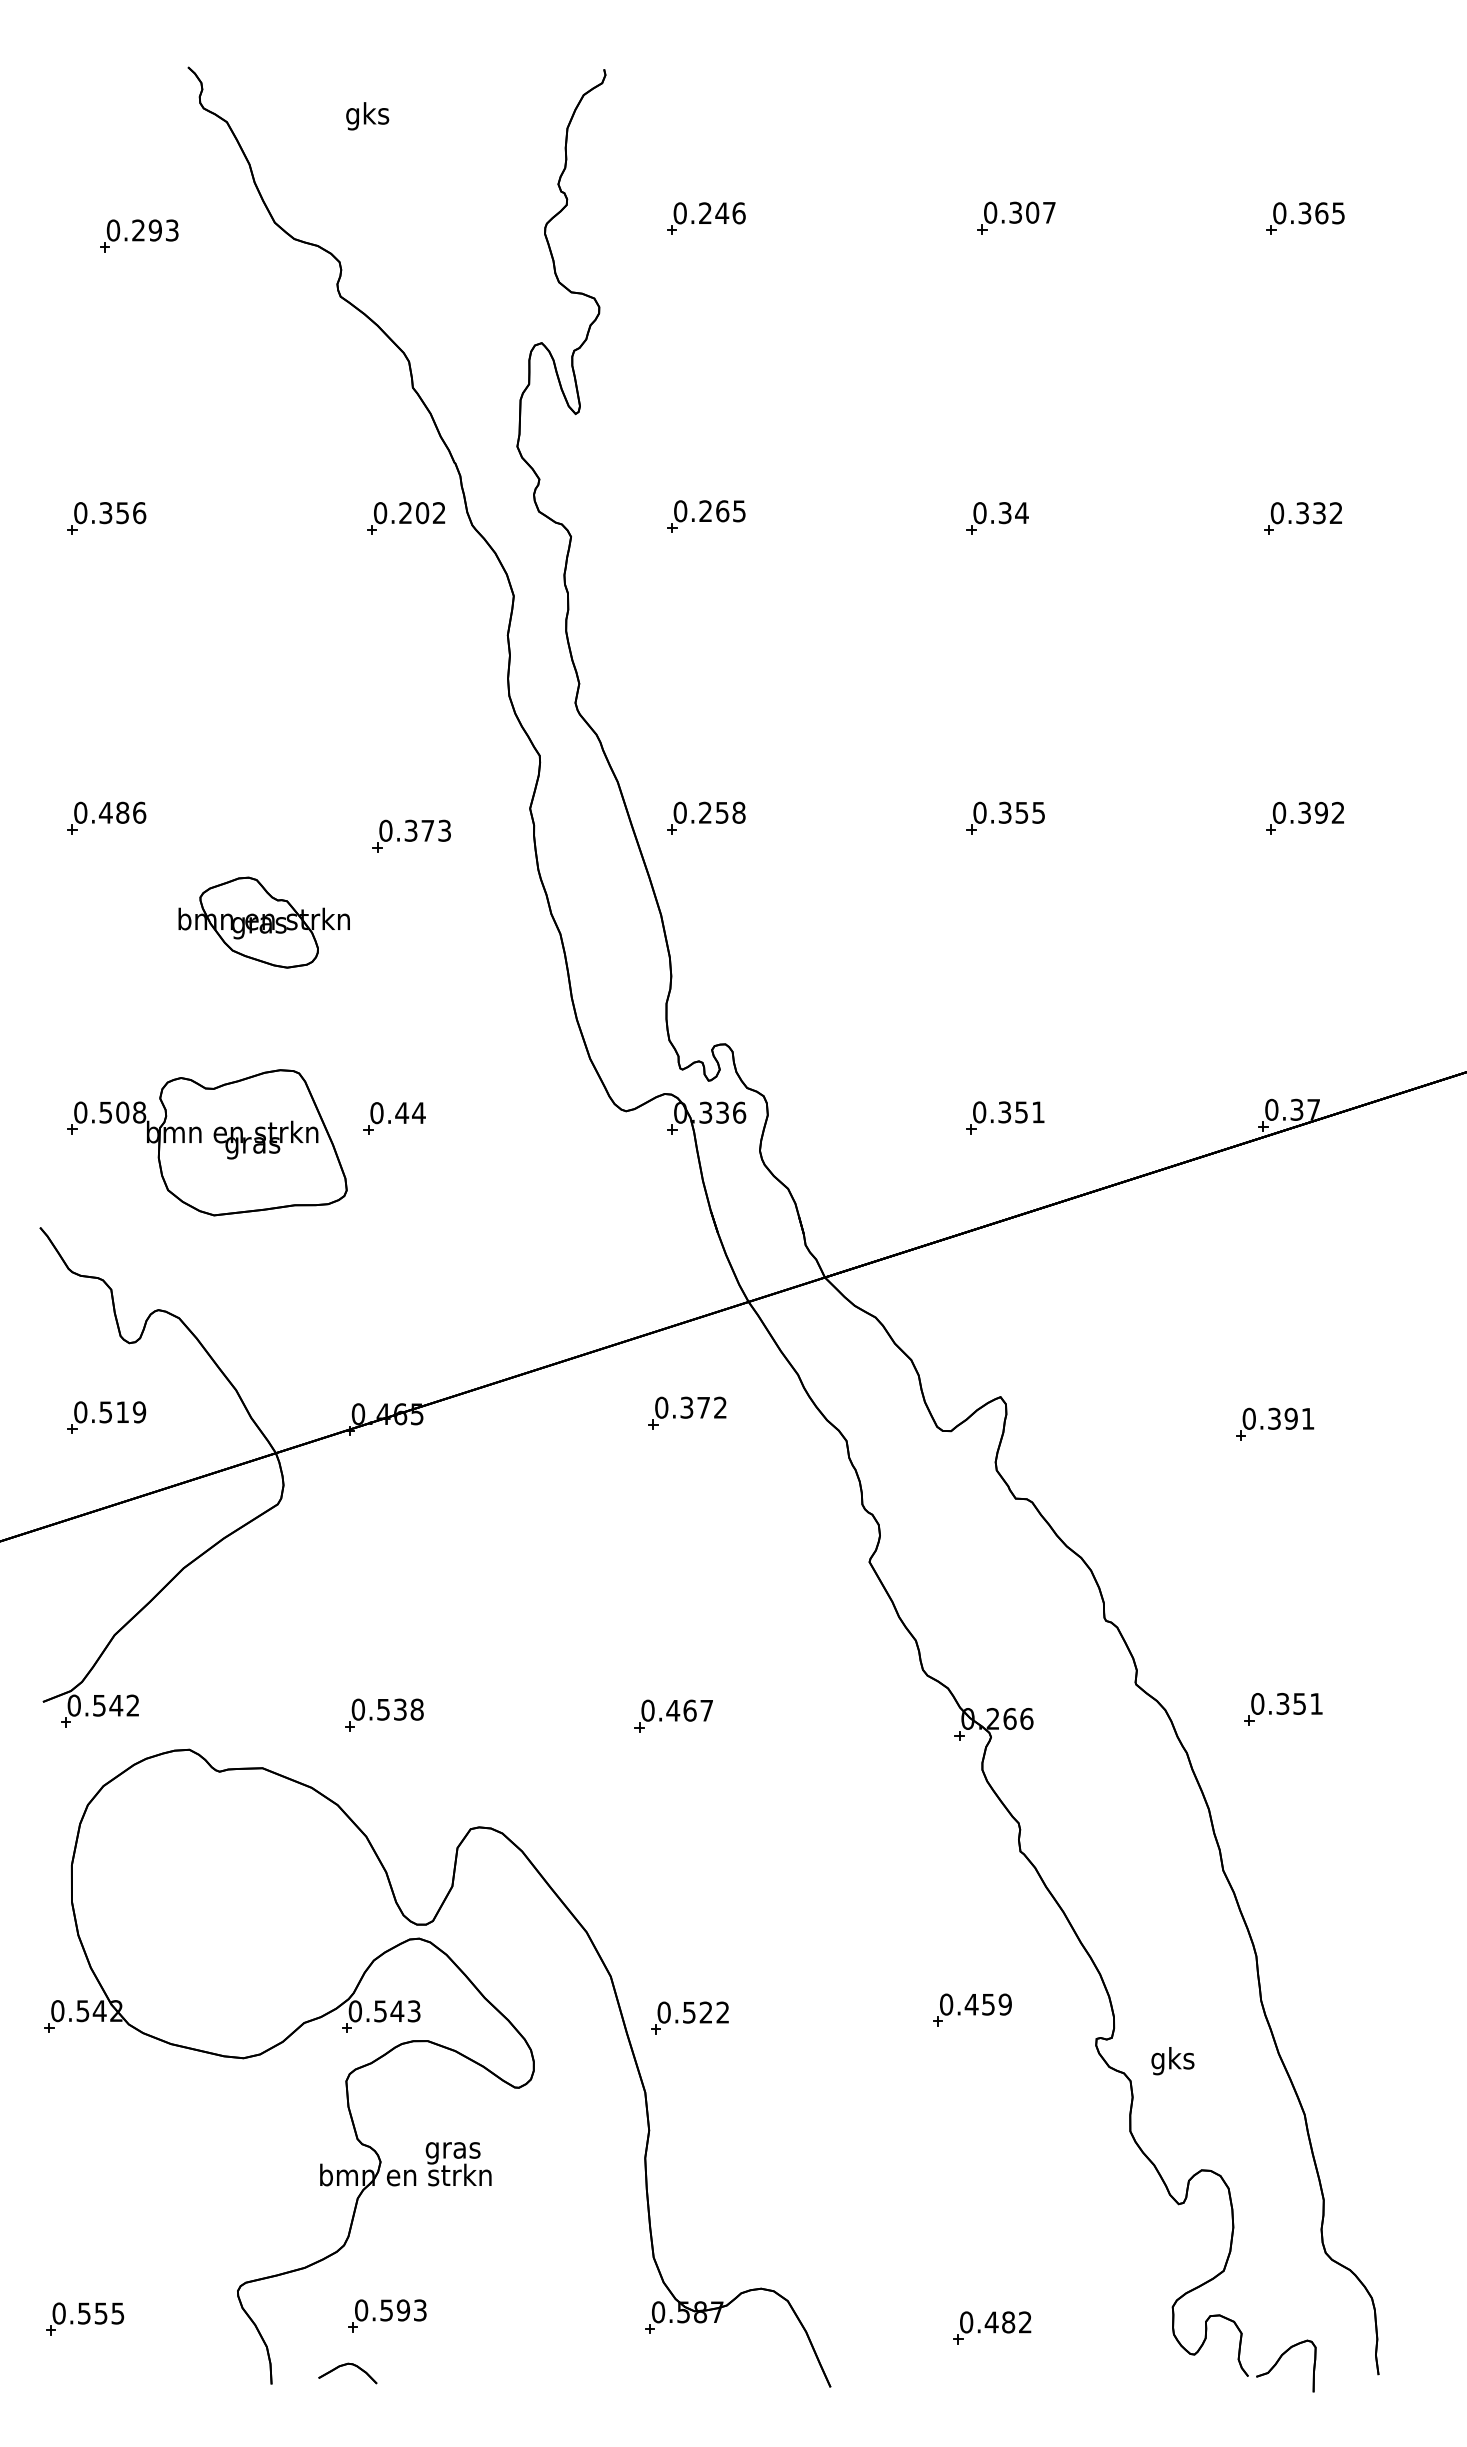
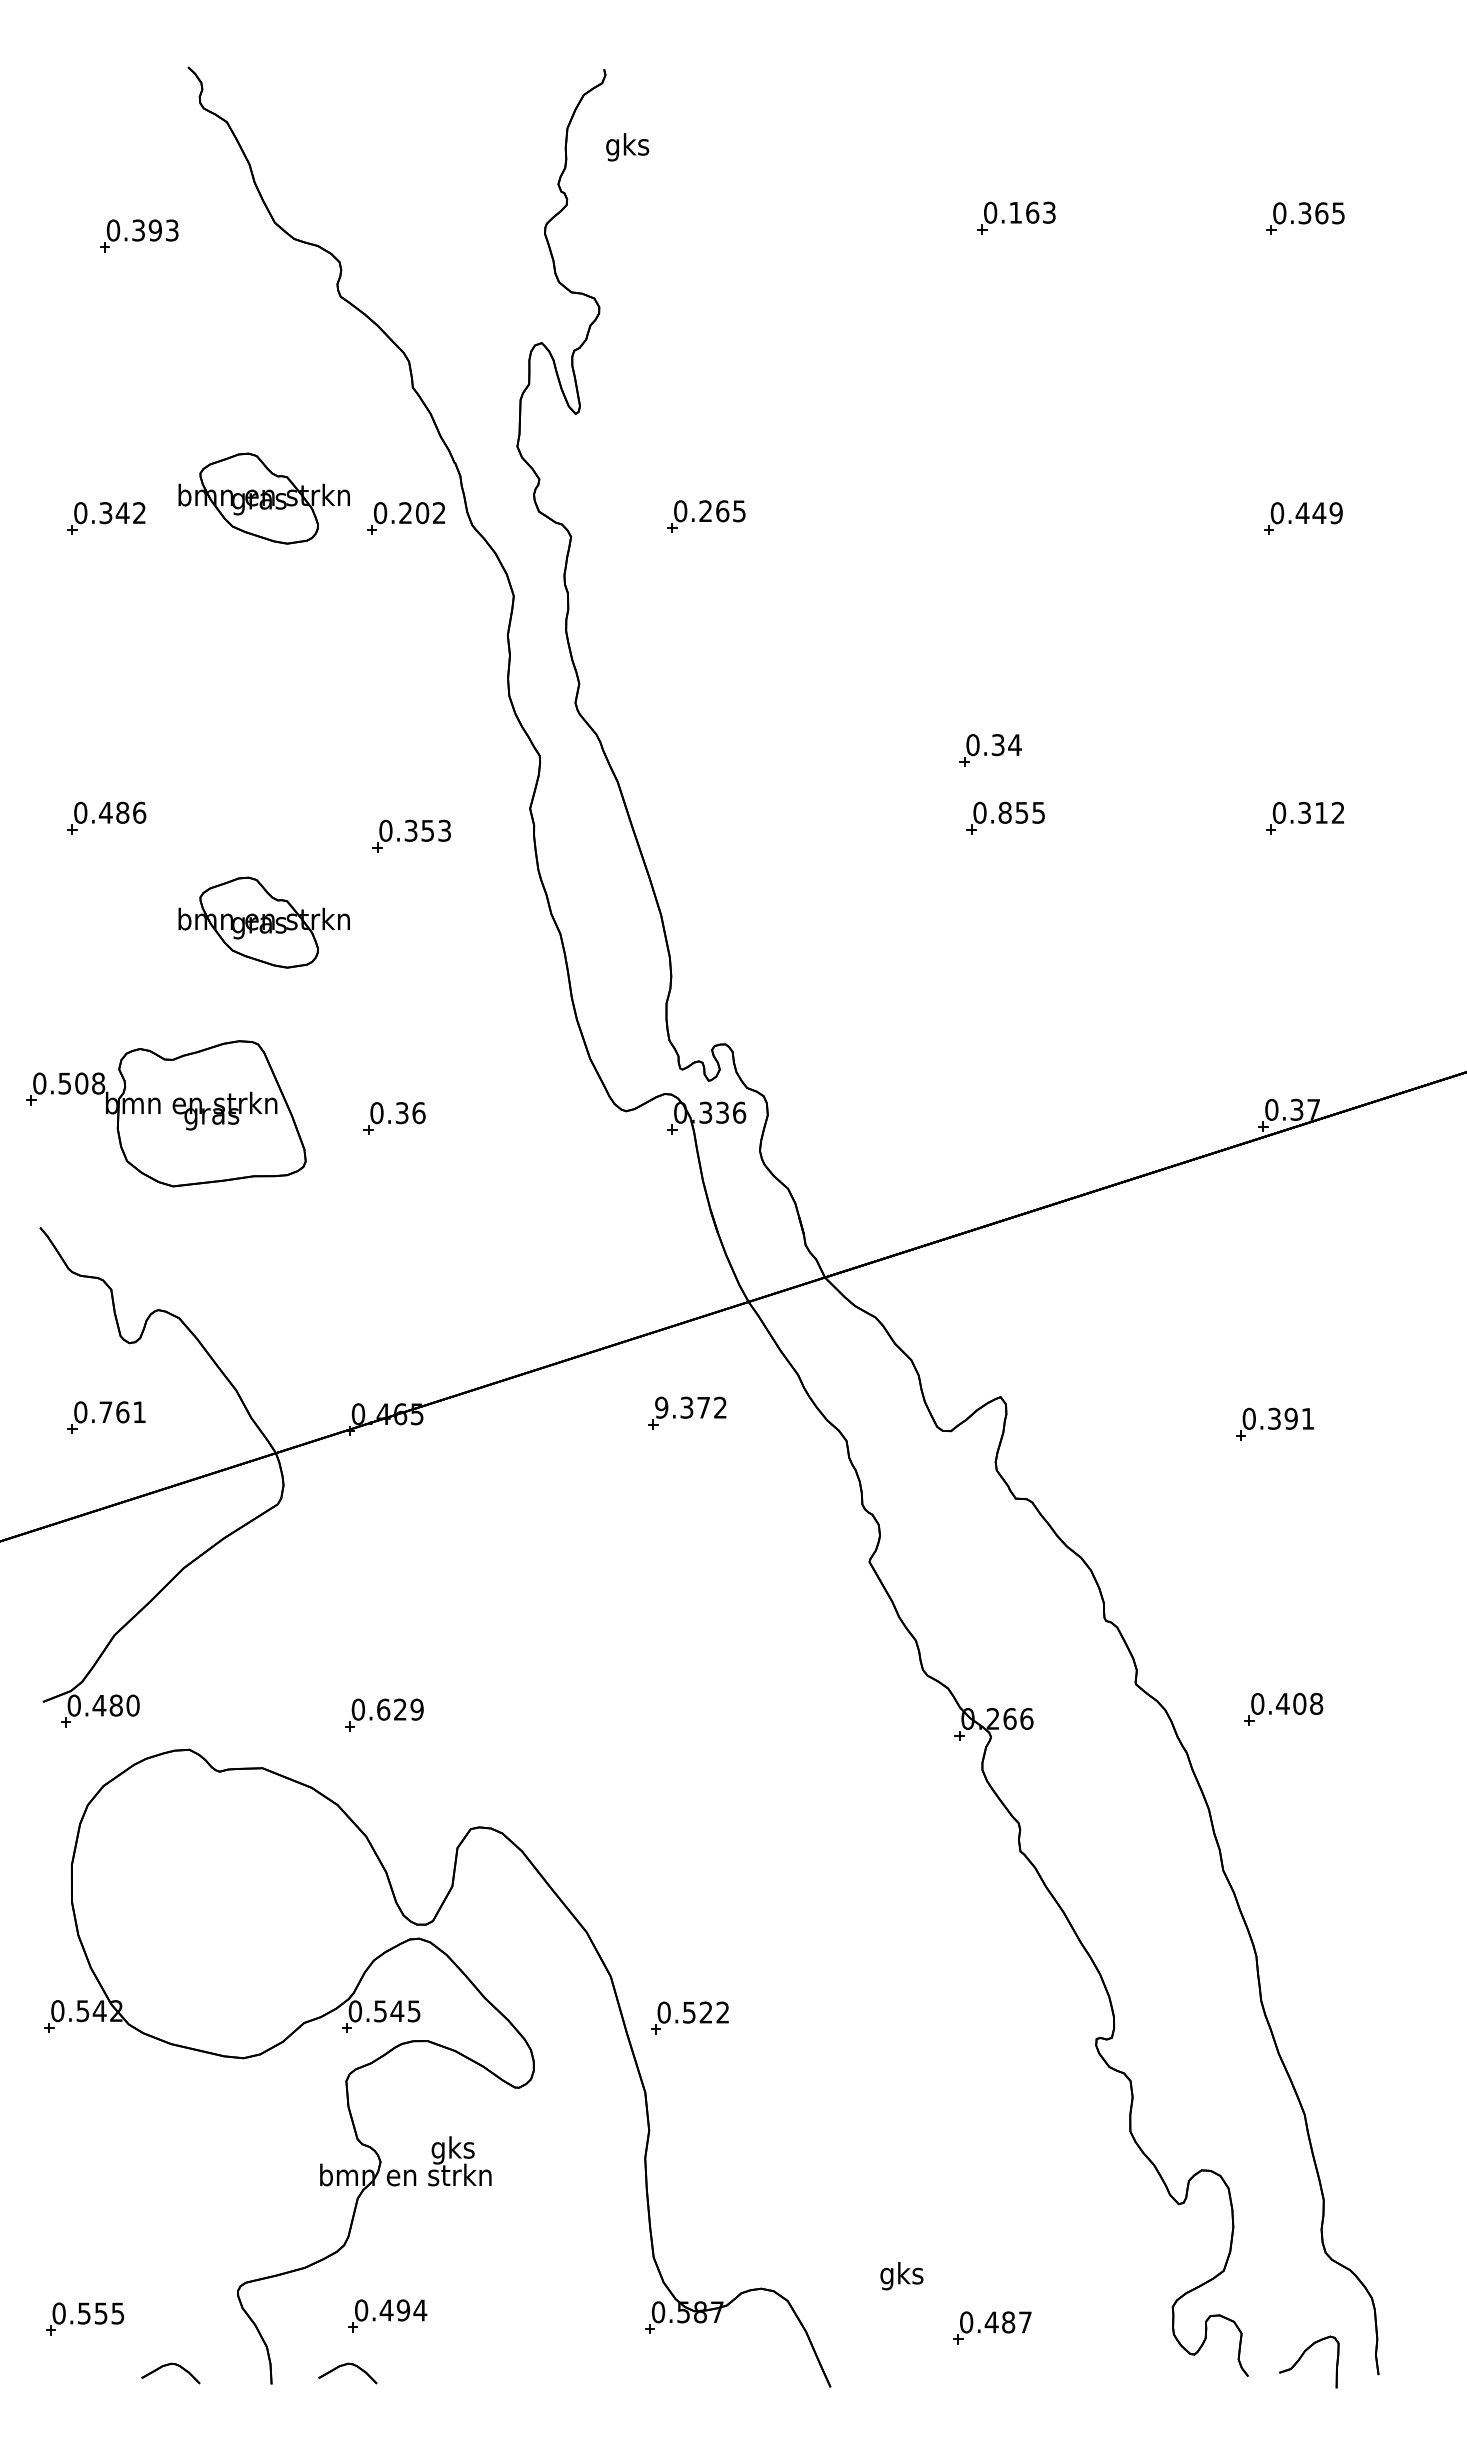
text at (367, 116) position: (367, 116) -> (627, 147)
text at (1032, 212): 0.307 -> 0.163
part at (706, 218): present -> none
text at (138, 230): 0.293 -> 0.393
part at (263, 498): none -> present
text at (130, 513): 0.356 -> 0.342
text at (1318, 513): 0.332 -> 0.449
part at (997, 518) position: (997, 518) -> (990, 750)
text at (1004, 812): 0.355 -> 0.855
text at (1320, 812): 0.392 -> 0.312
part at (706, 817): present -> none
text at (427, 830): 0.373 -> 0.353
text at (410, 1113): 0.44 -> 0.36
part at (1005, 1117): present -> none
part at (207, 1142) position: (207, 1142) -> (166, 1113)
text at (661, 1407): 0.372 -> 9.372
text at (122, 1412): 0.519 -> 0.761
text at (1299, 1703): 0.351 -> 0.408
text at (115, 1705): 0.542 -> 0.480
text at (400, 1709): 0.538 -> 0.629
part at (673, 1715): present -> none
part at (972, 2009): present -> none
text at (414, 2010): 0.543 -> 0.545
text at (1172, 2061) position: (1172, 2061) -> (901, 2276)
text at (452, 2150): gras -> gks
text at (403, 2310): 0.593 -> 0.494
text at (1025, 2322): 0.482 -> 0.487
part at (1280, 2359) position: (1280, 2359) -> (1303, 2355)
part at (169, 2365): none -> present
